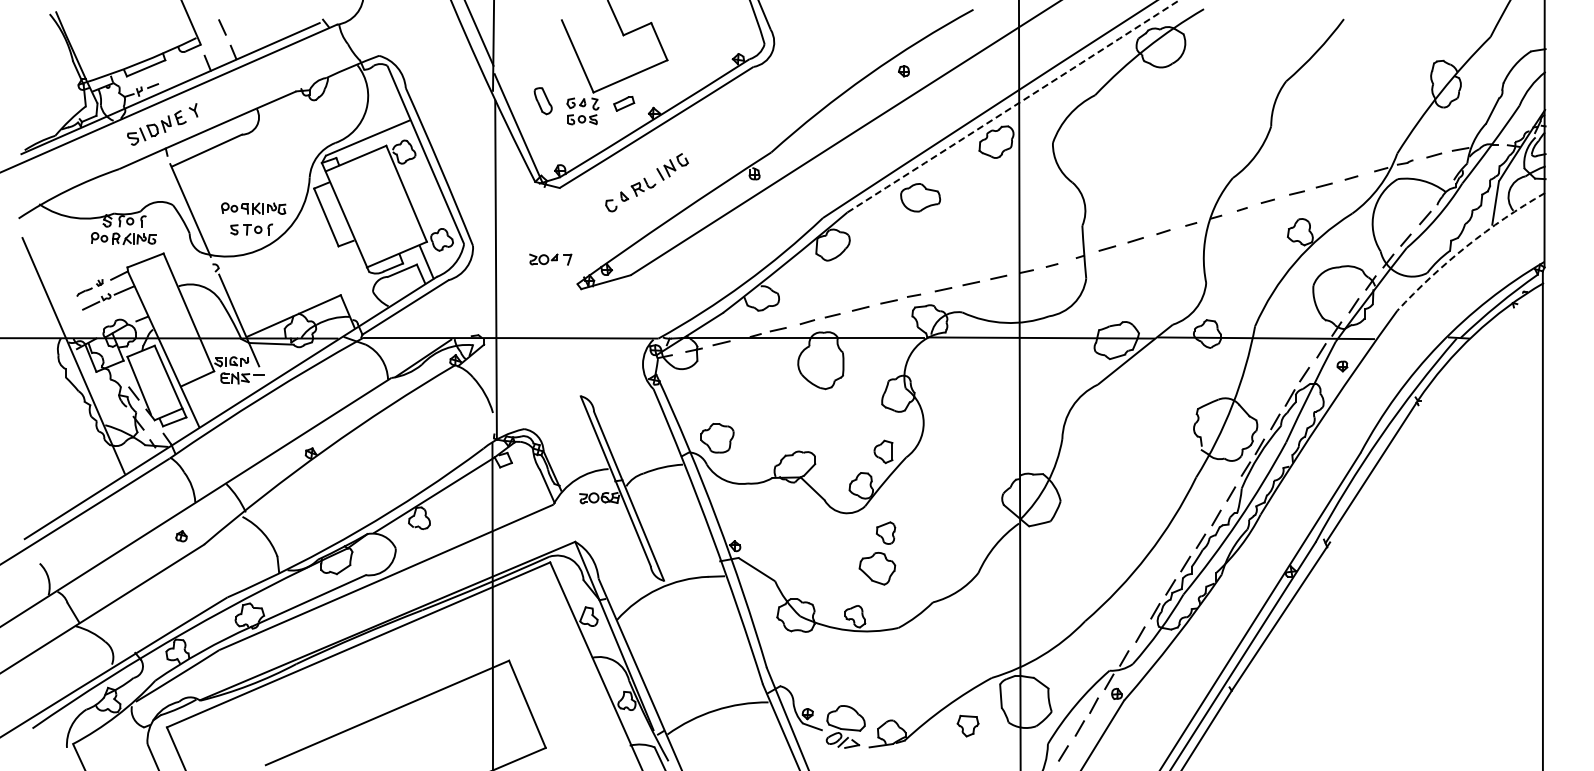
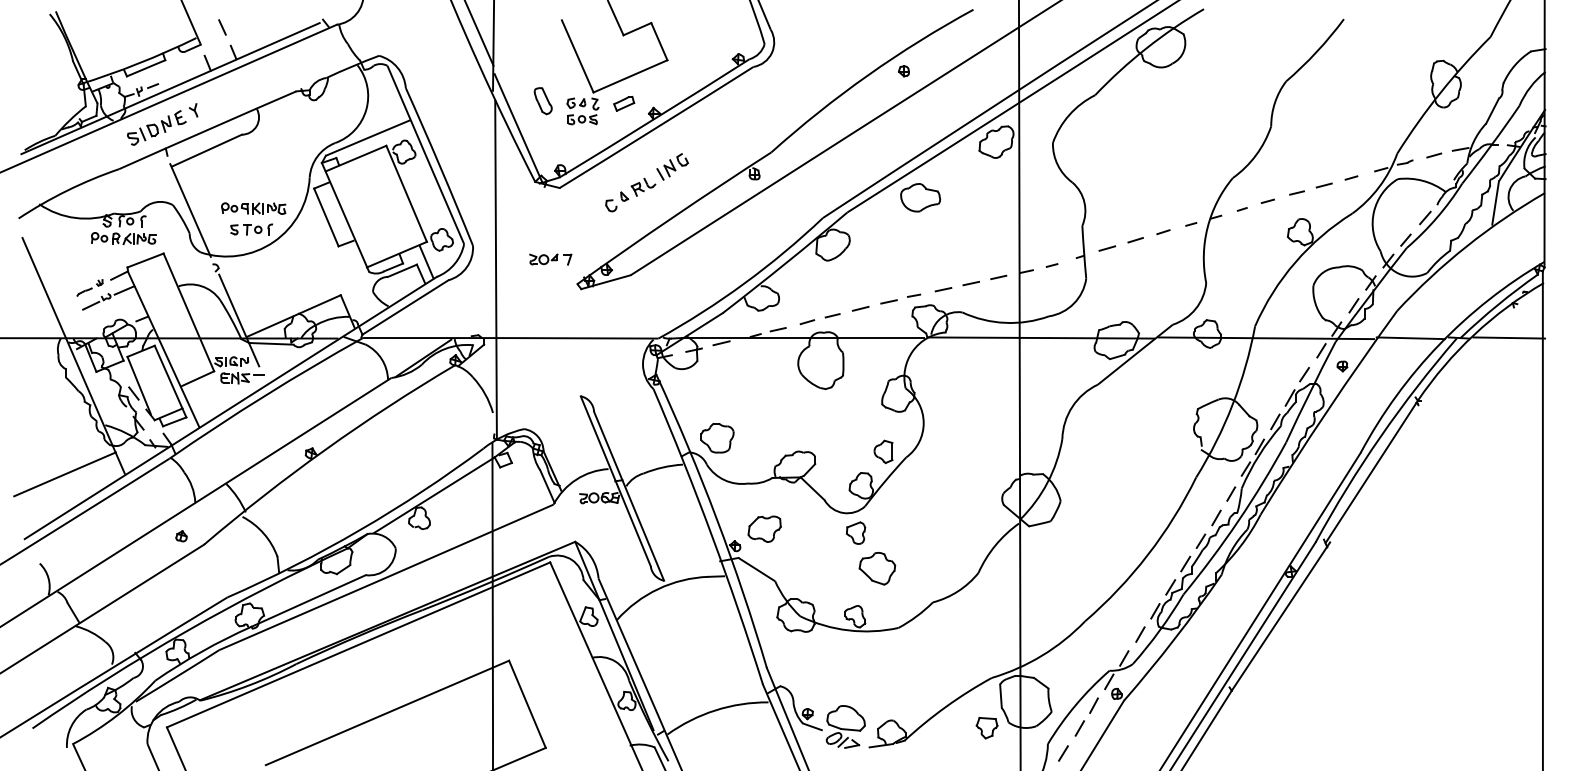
arc at (1013, 106): dashed -> solid
arc at (1466, 246): dashed -> solid
line at (1509, 337): none -> present
line at (1410, 338): none -> present
line at (64, 474): none -> present
part at (764, 528): none -> present
part at (886, 532) position: (886, 532) -> (856, 532)
part at (967, 725) position: (967, 725) -> (986, 727)
